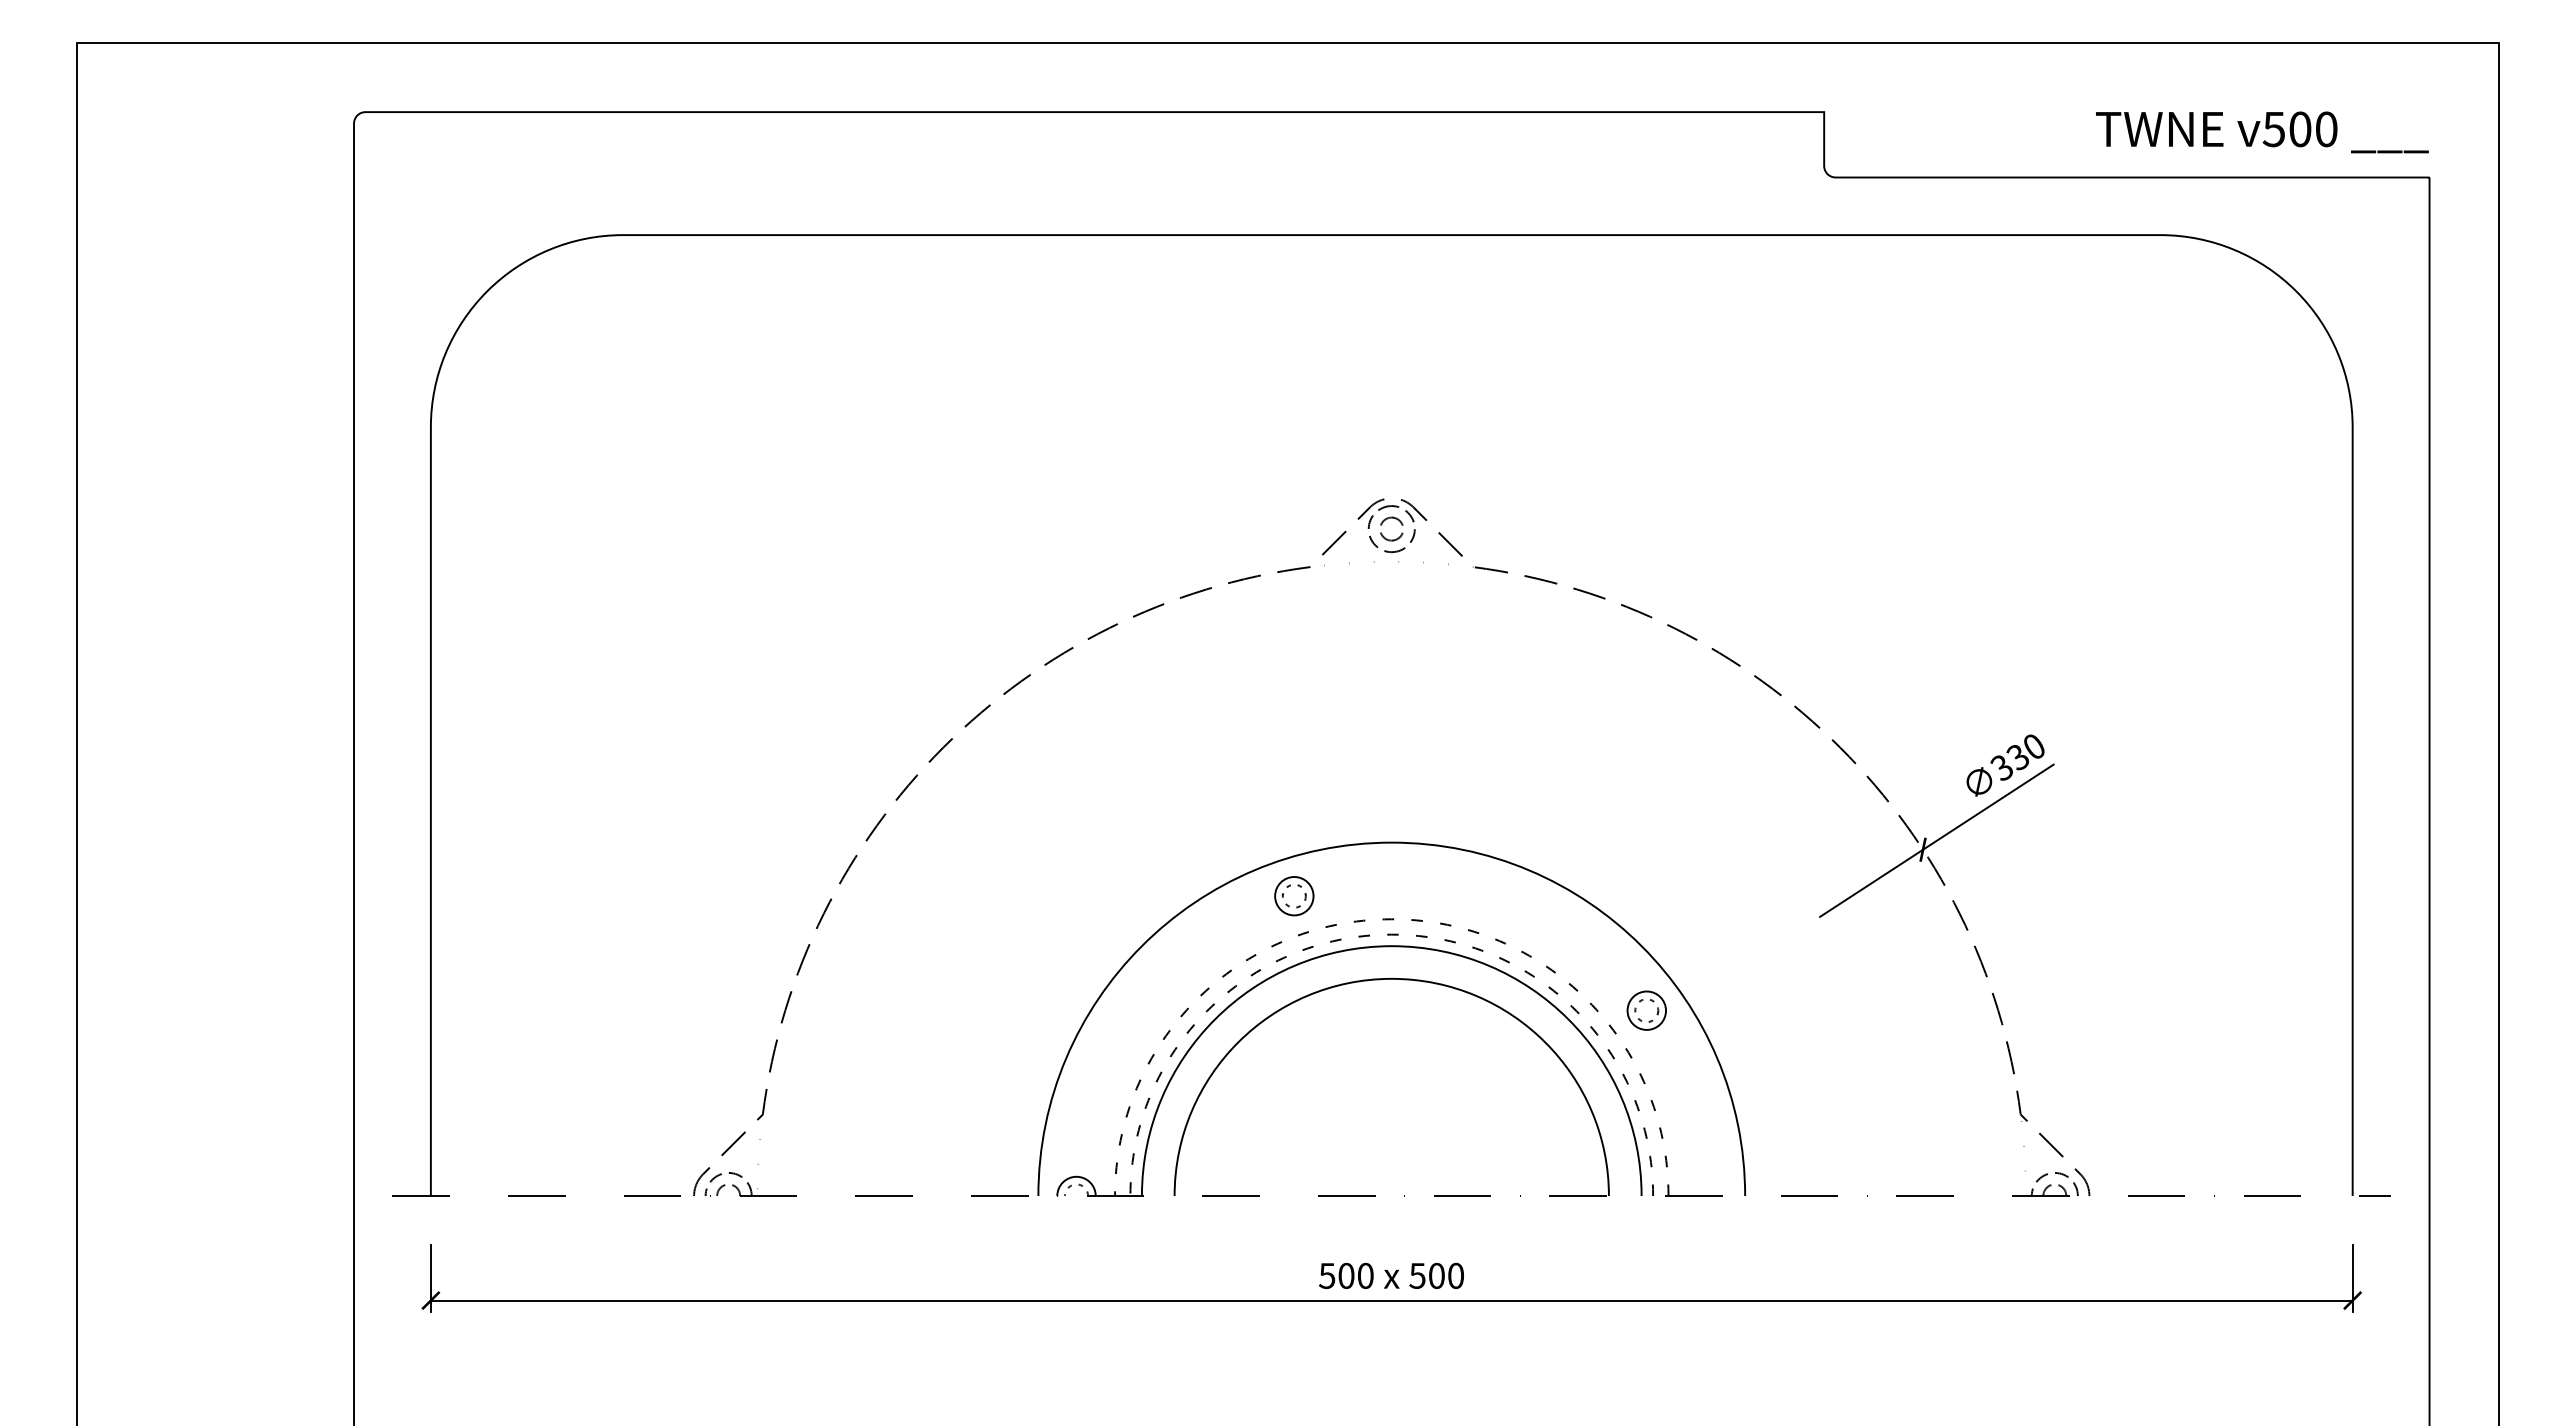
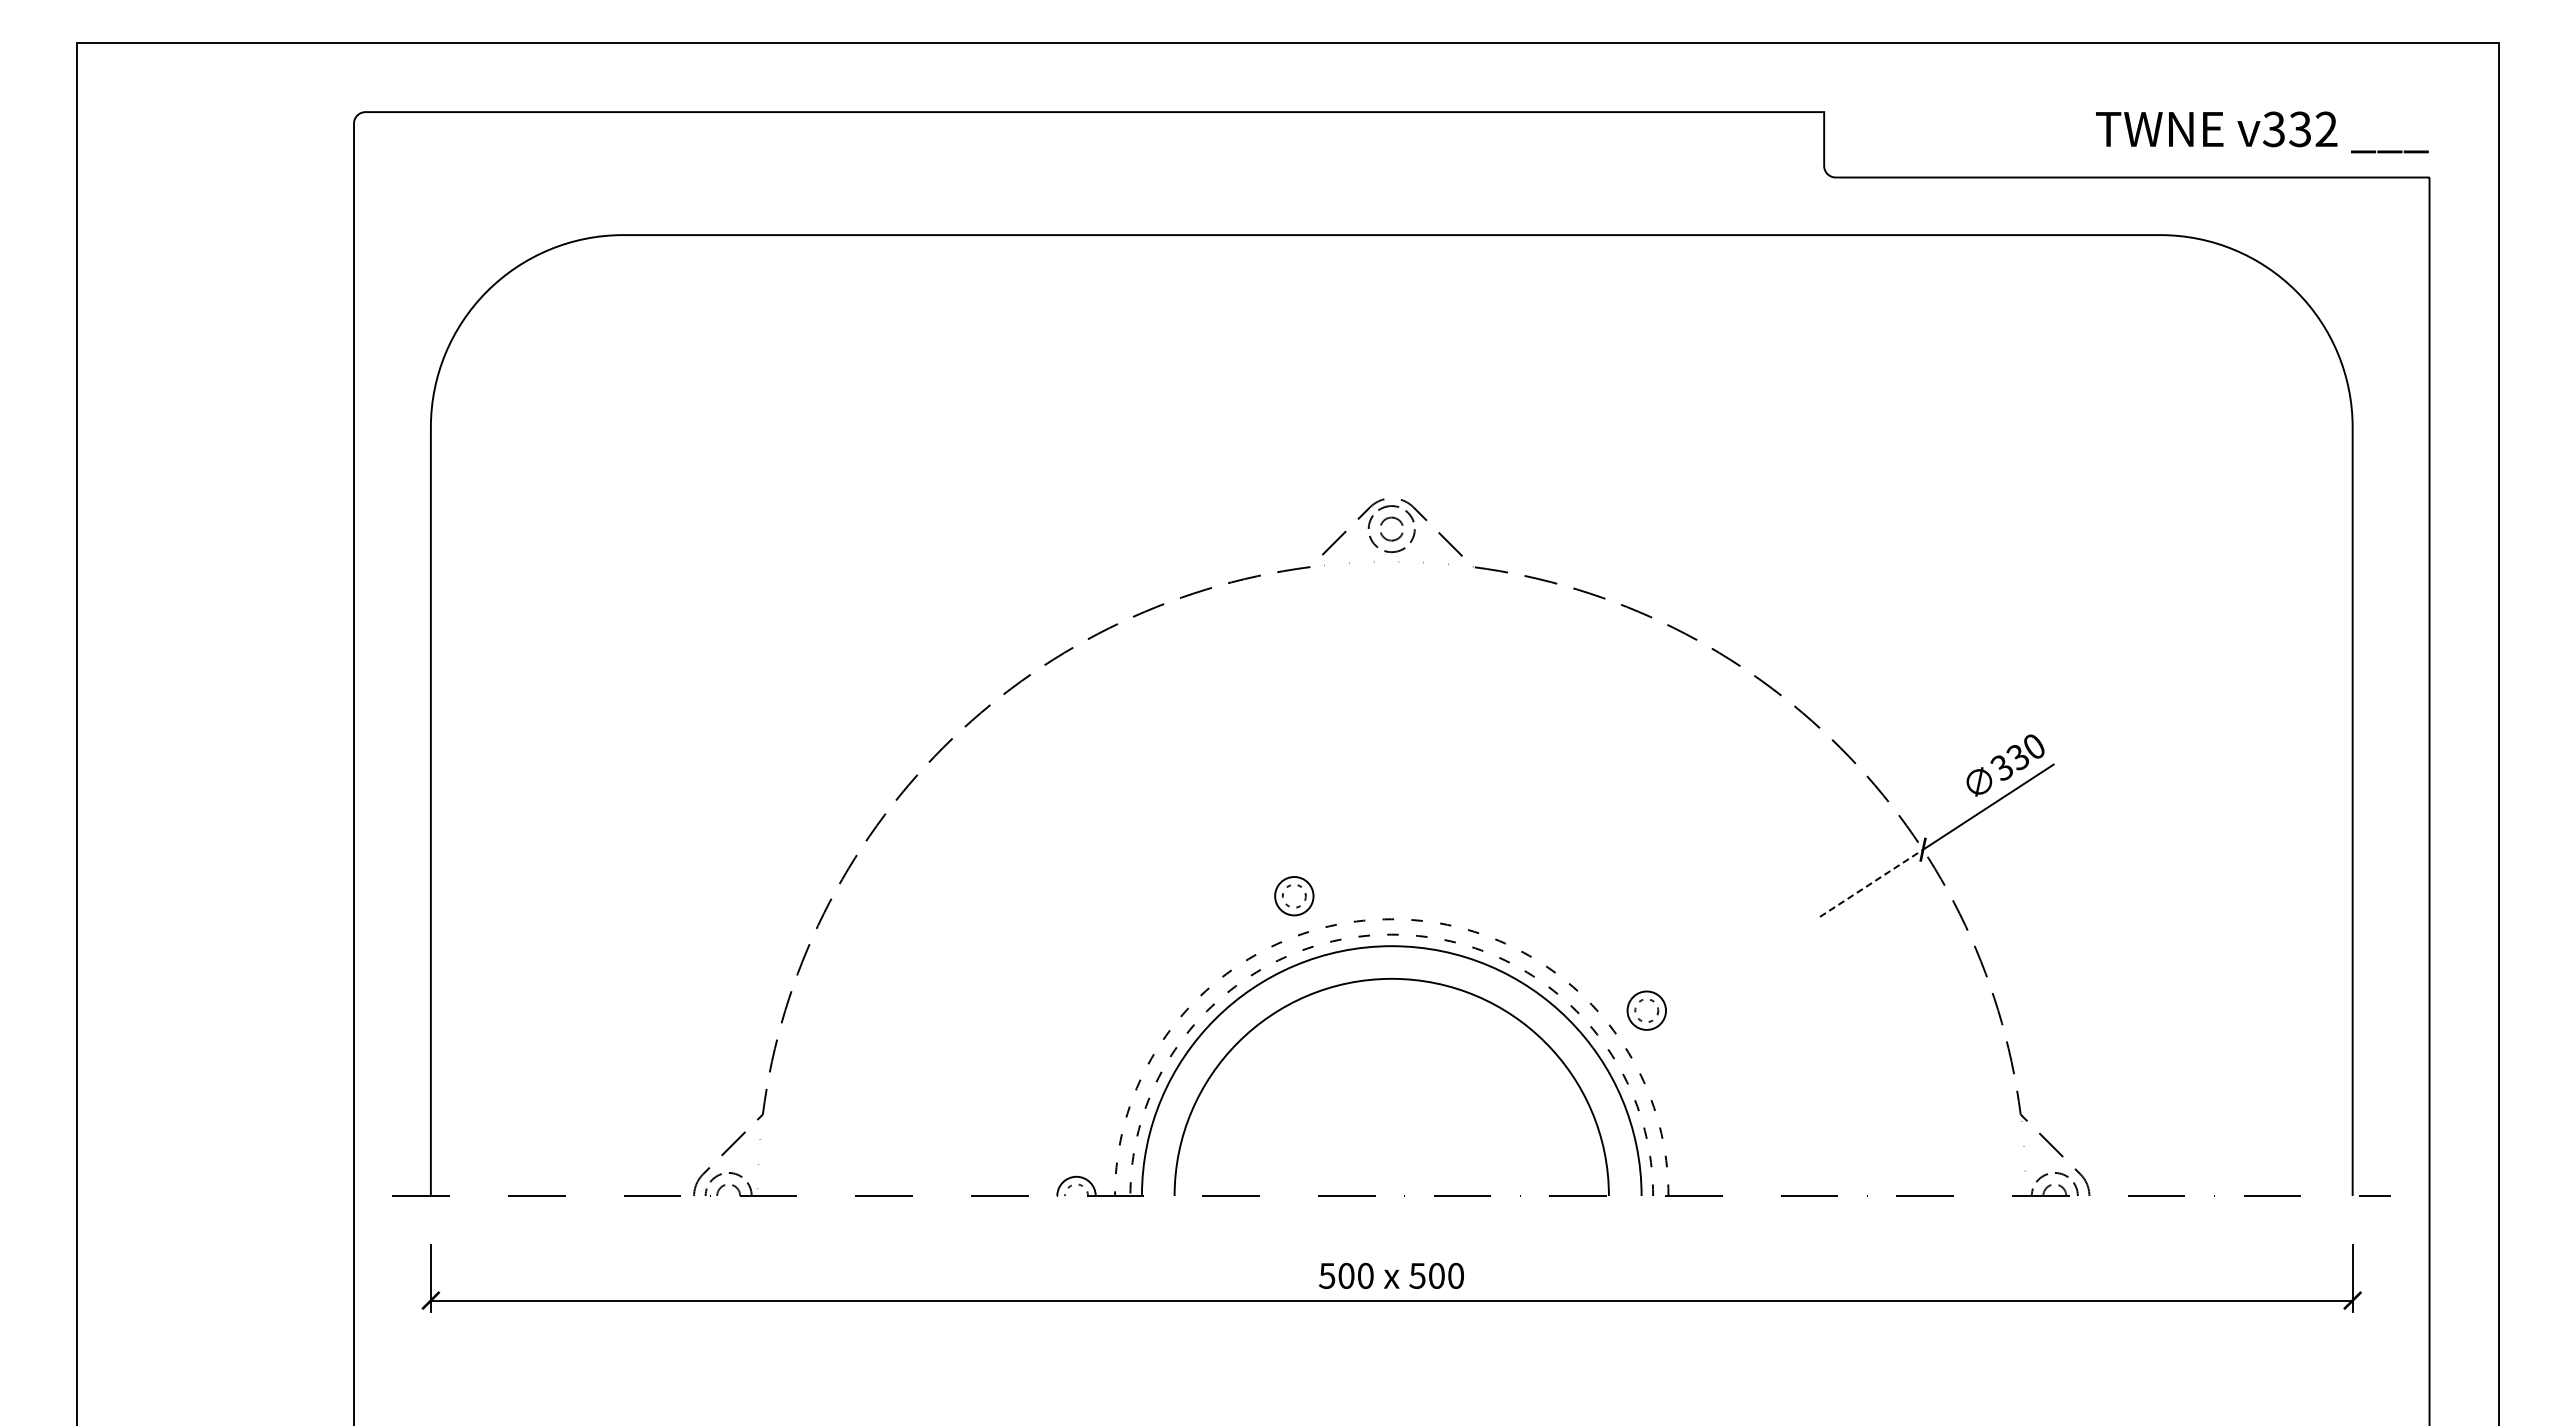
text at (2300, 129): v500 -> v332
arc at (1373, 844): present -> none
line at (1871, 883): solid -> dashed
